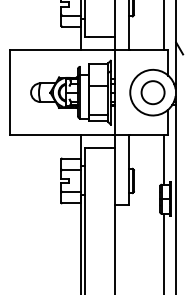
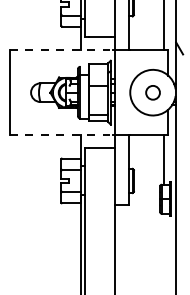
line at (61, 50): solid -> dashed
circle at (152, 92) size: 26x26 px -> 16x16 px
line at (61, 135): solid -> dashed
line at (164, 252): present -> none
